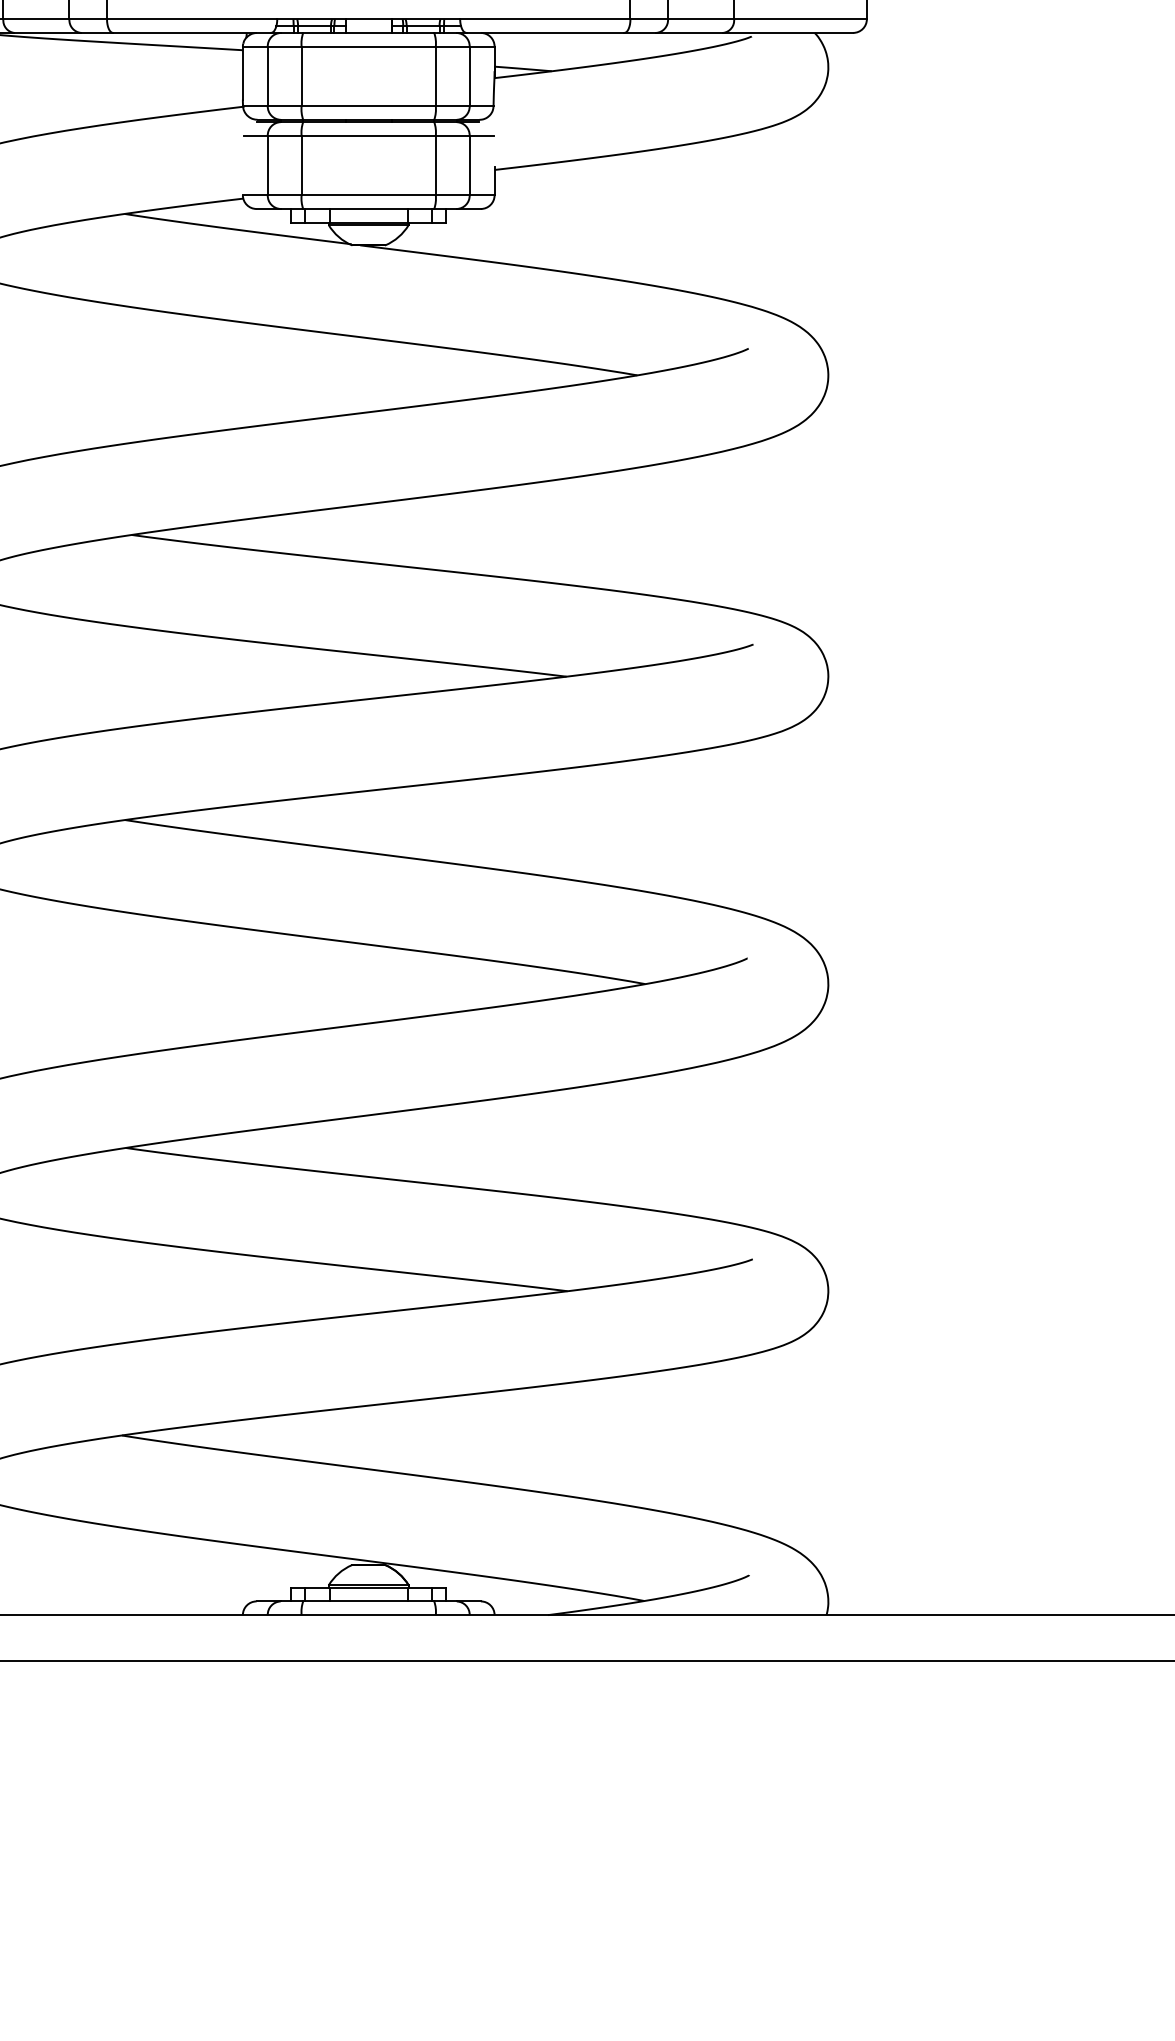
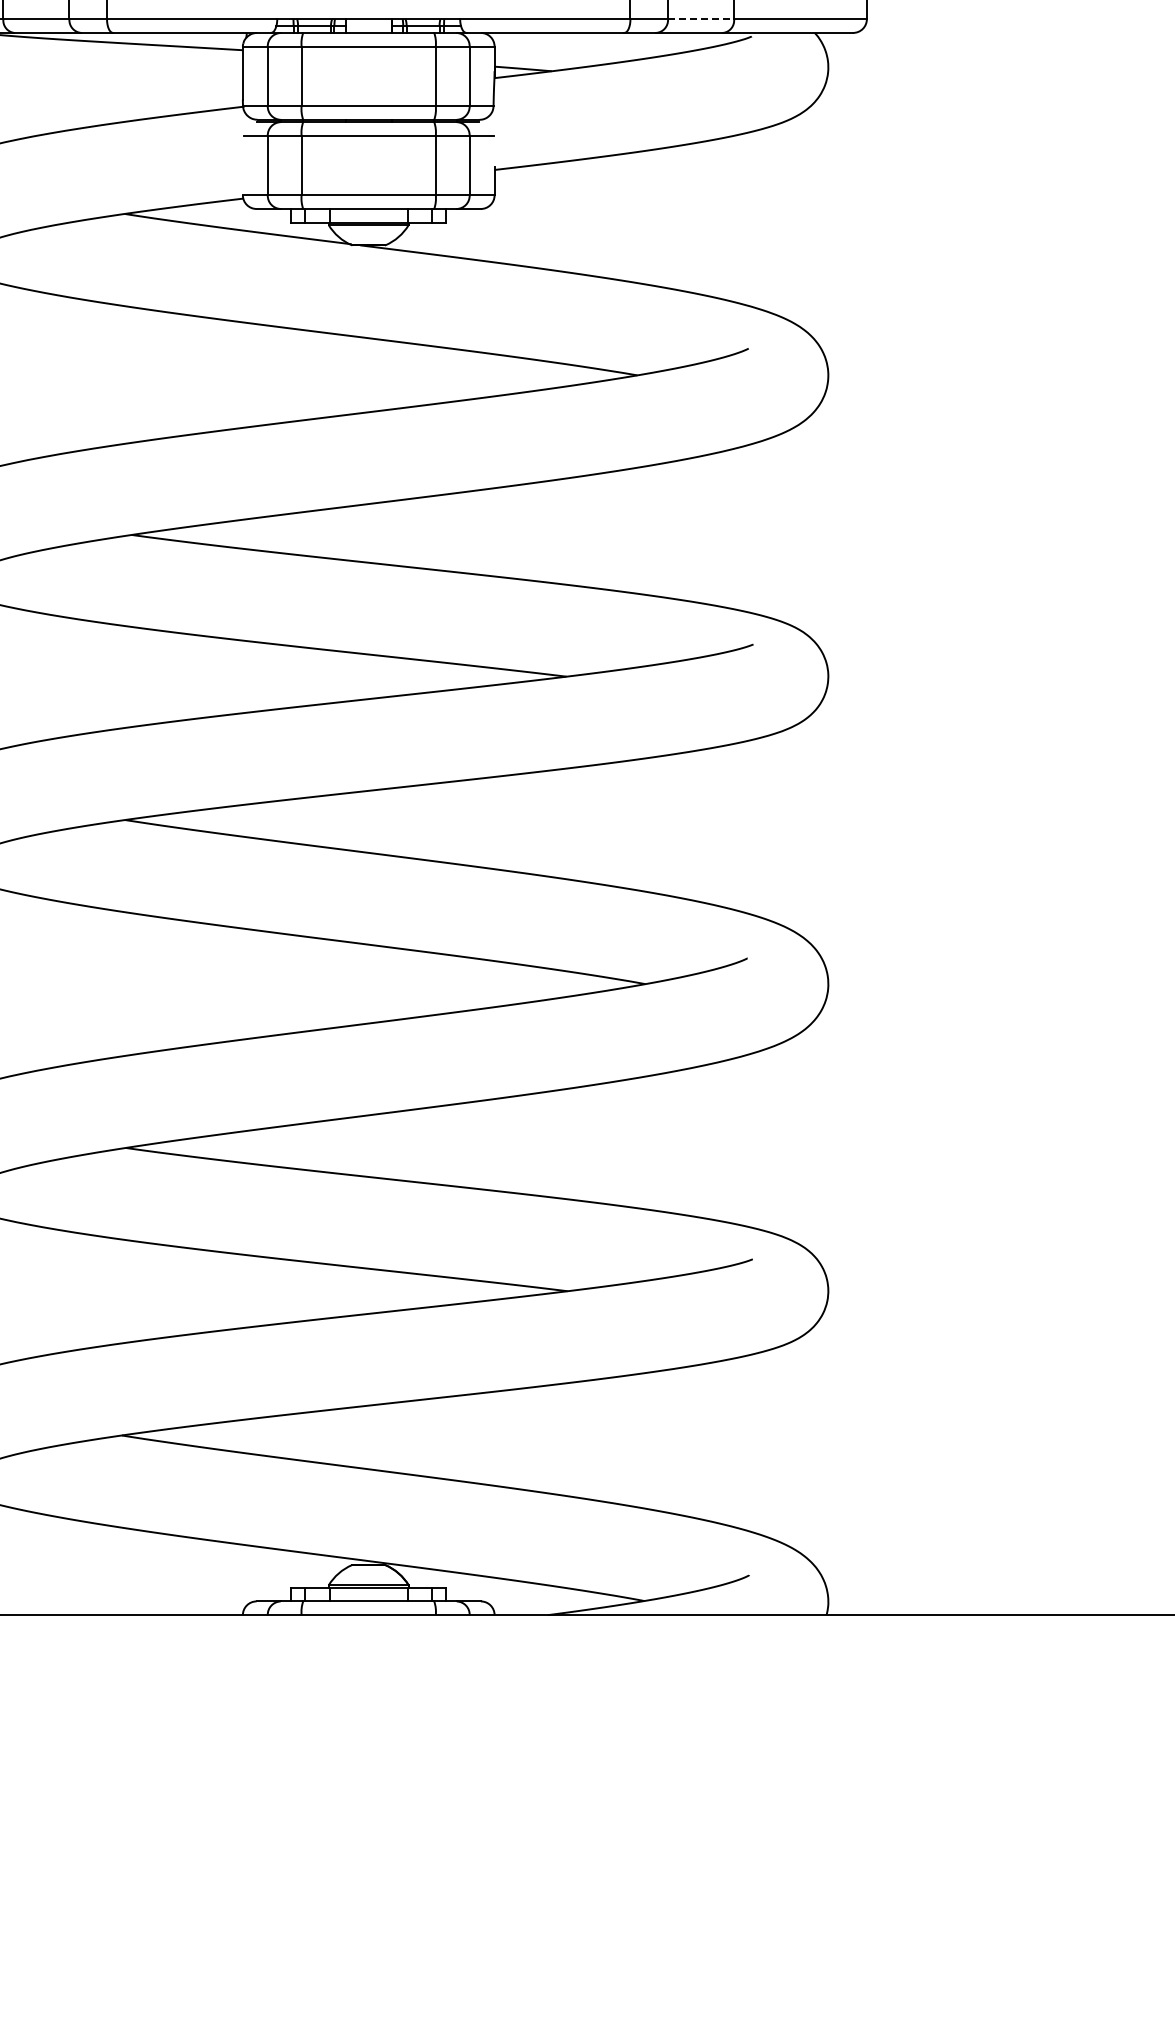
line at (701, 19): solid -> dashed
line at (586, 1660): present -> none
